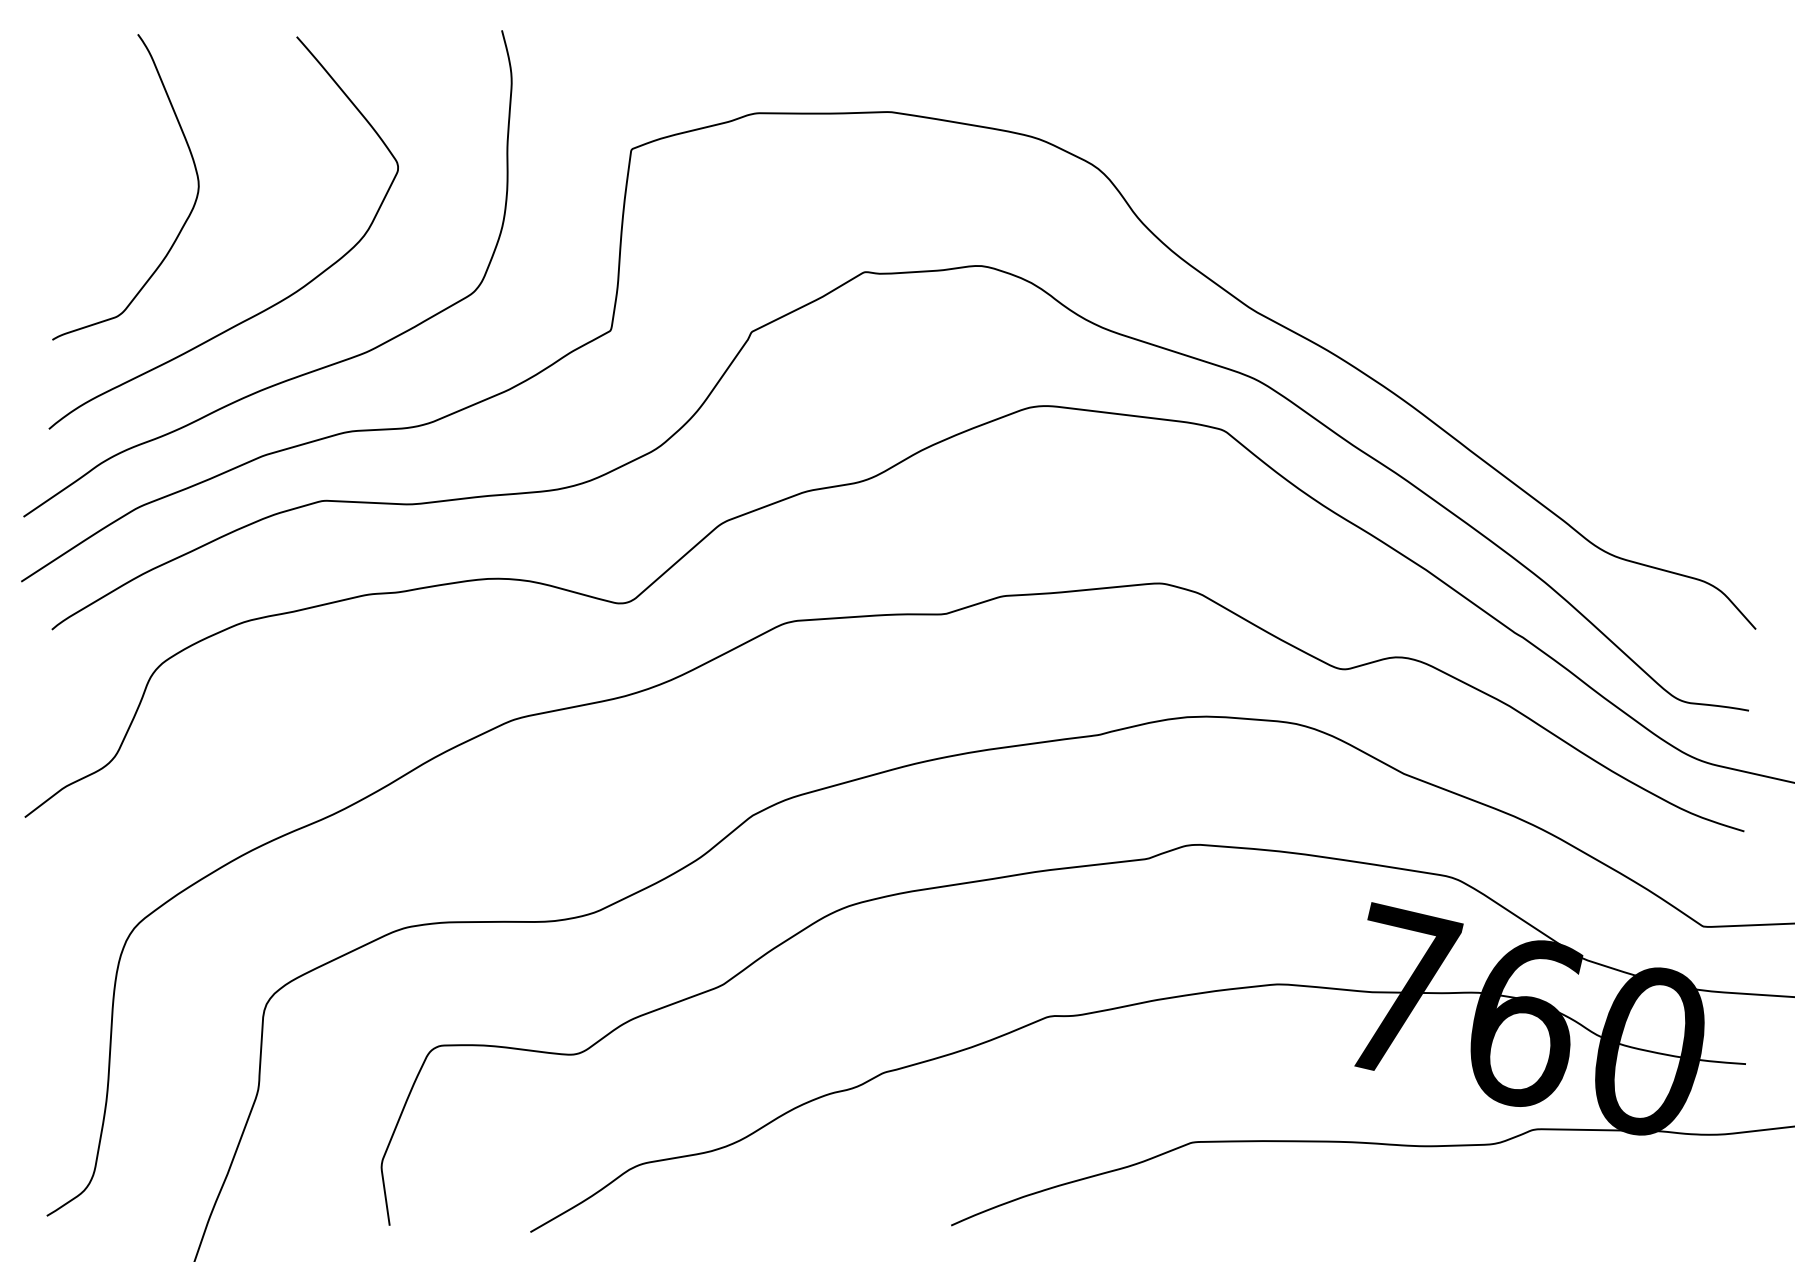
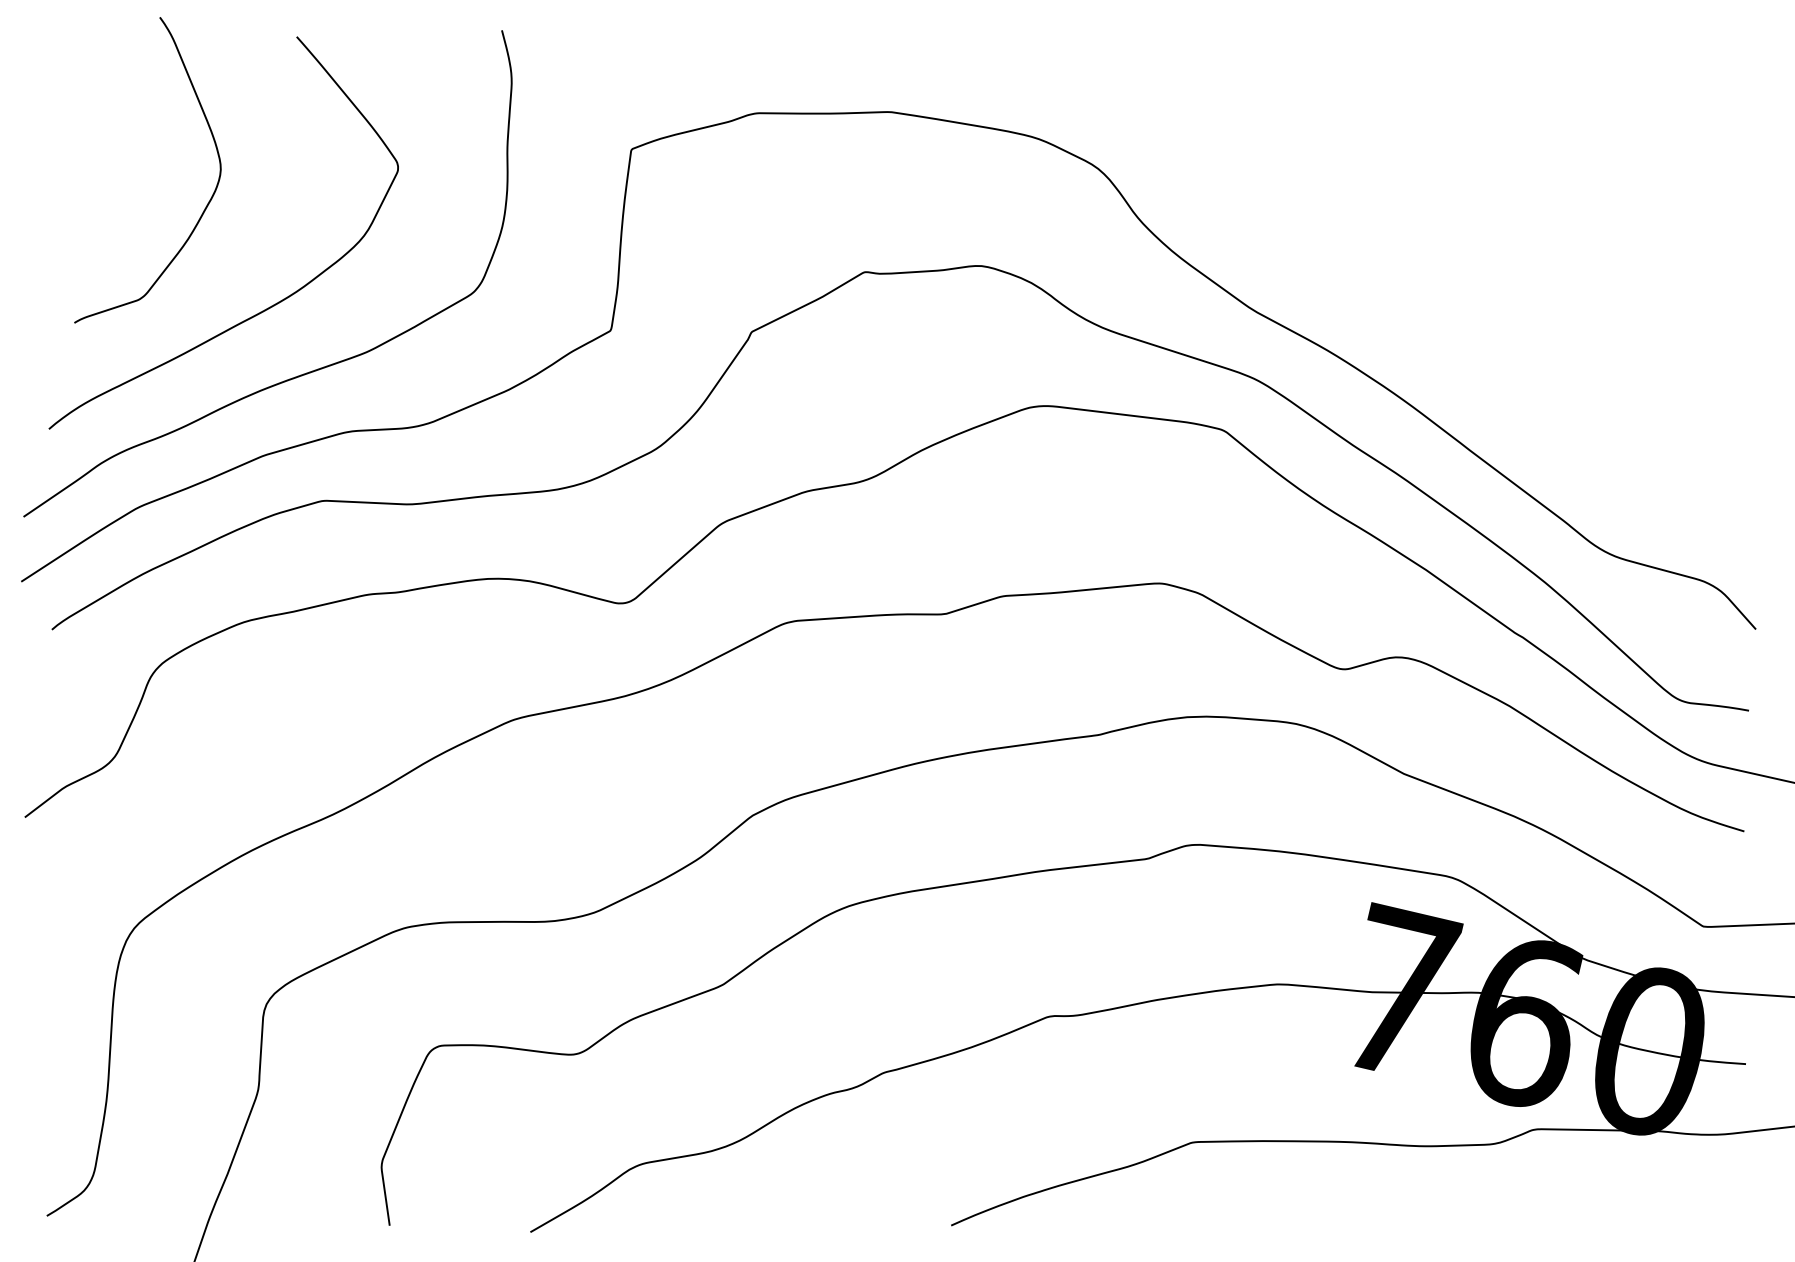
curve at (183, 223) position: (183, 223) -> (205, 206)
